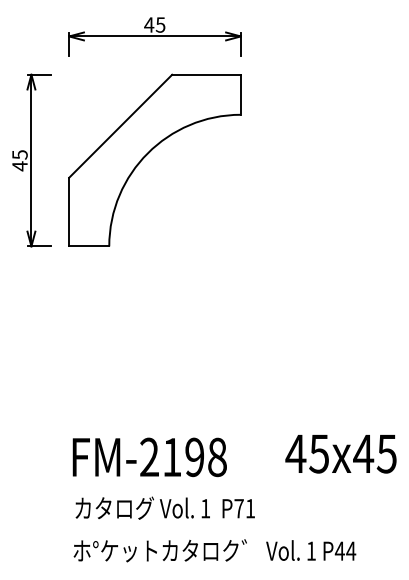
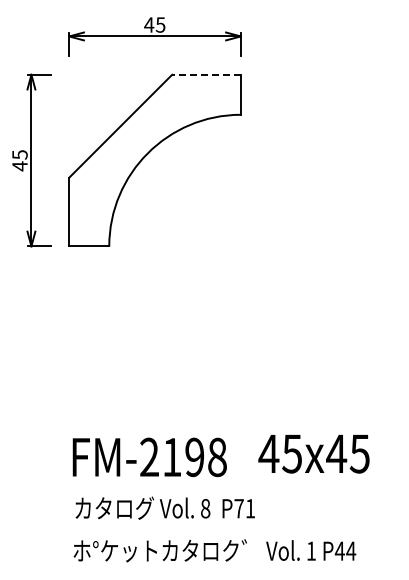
line at (206, 74): solid -> dashed
text at (340, 454) position: (340, 454) -> (313, 454)
text at (205, 508): 1 -> 8
